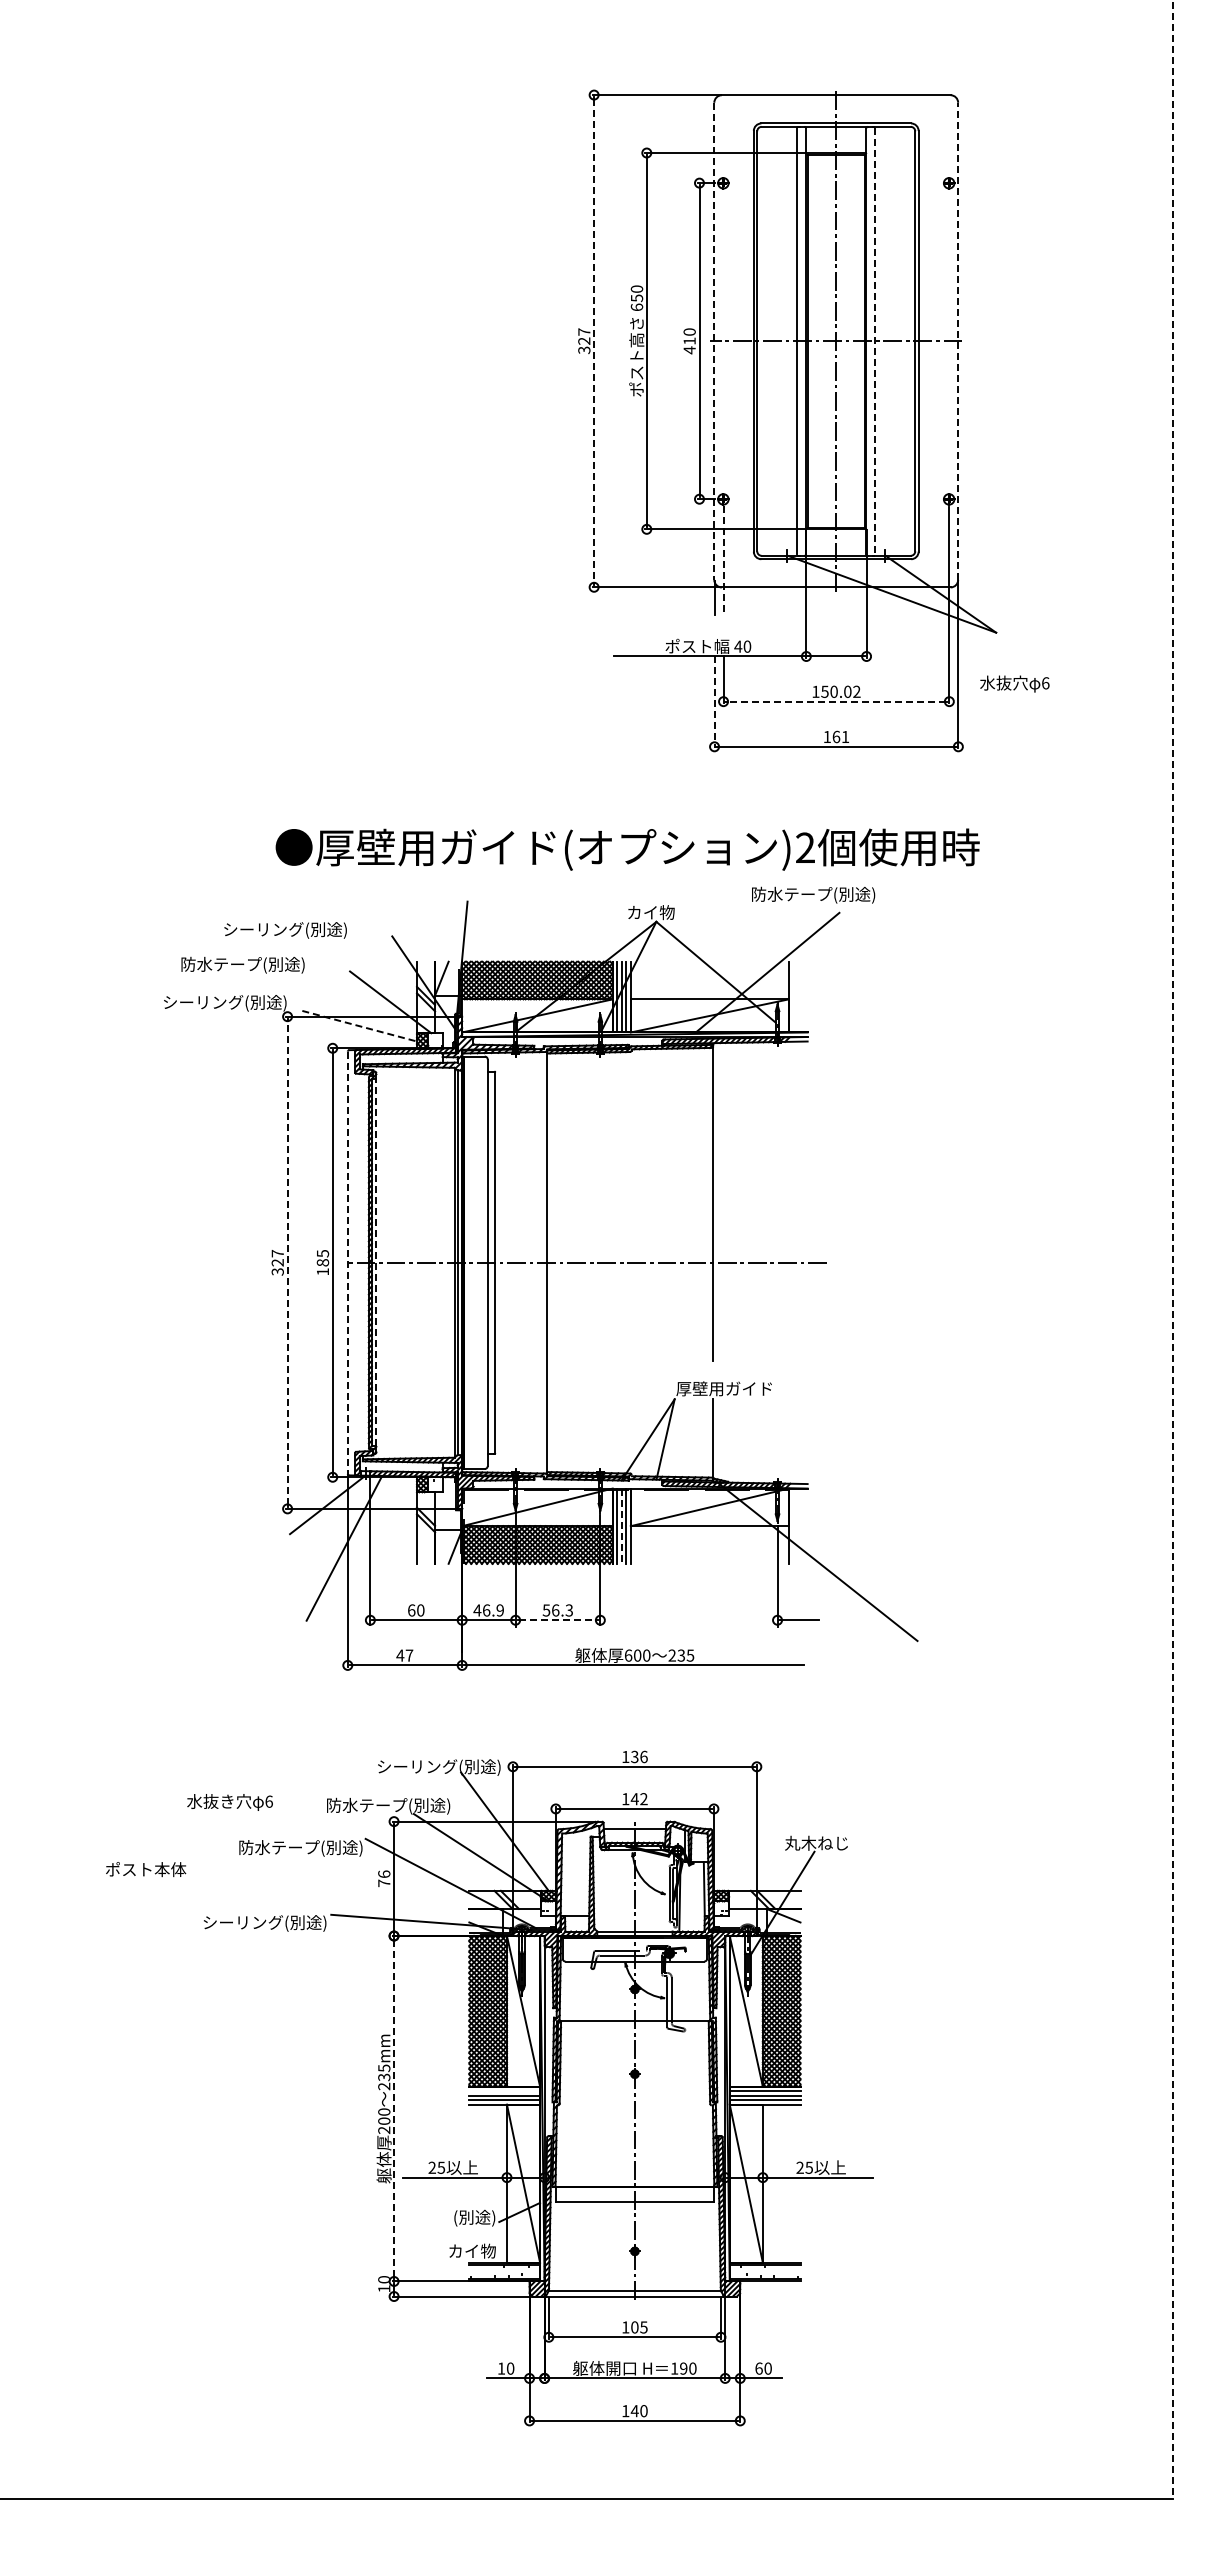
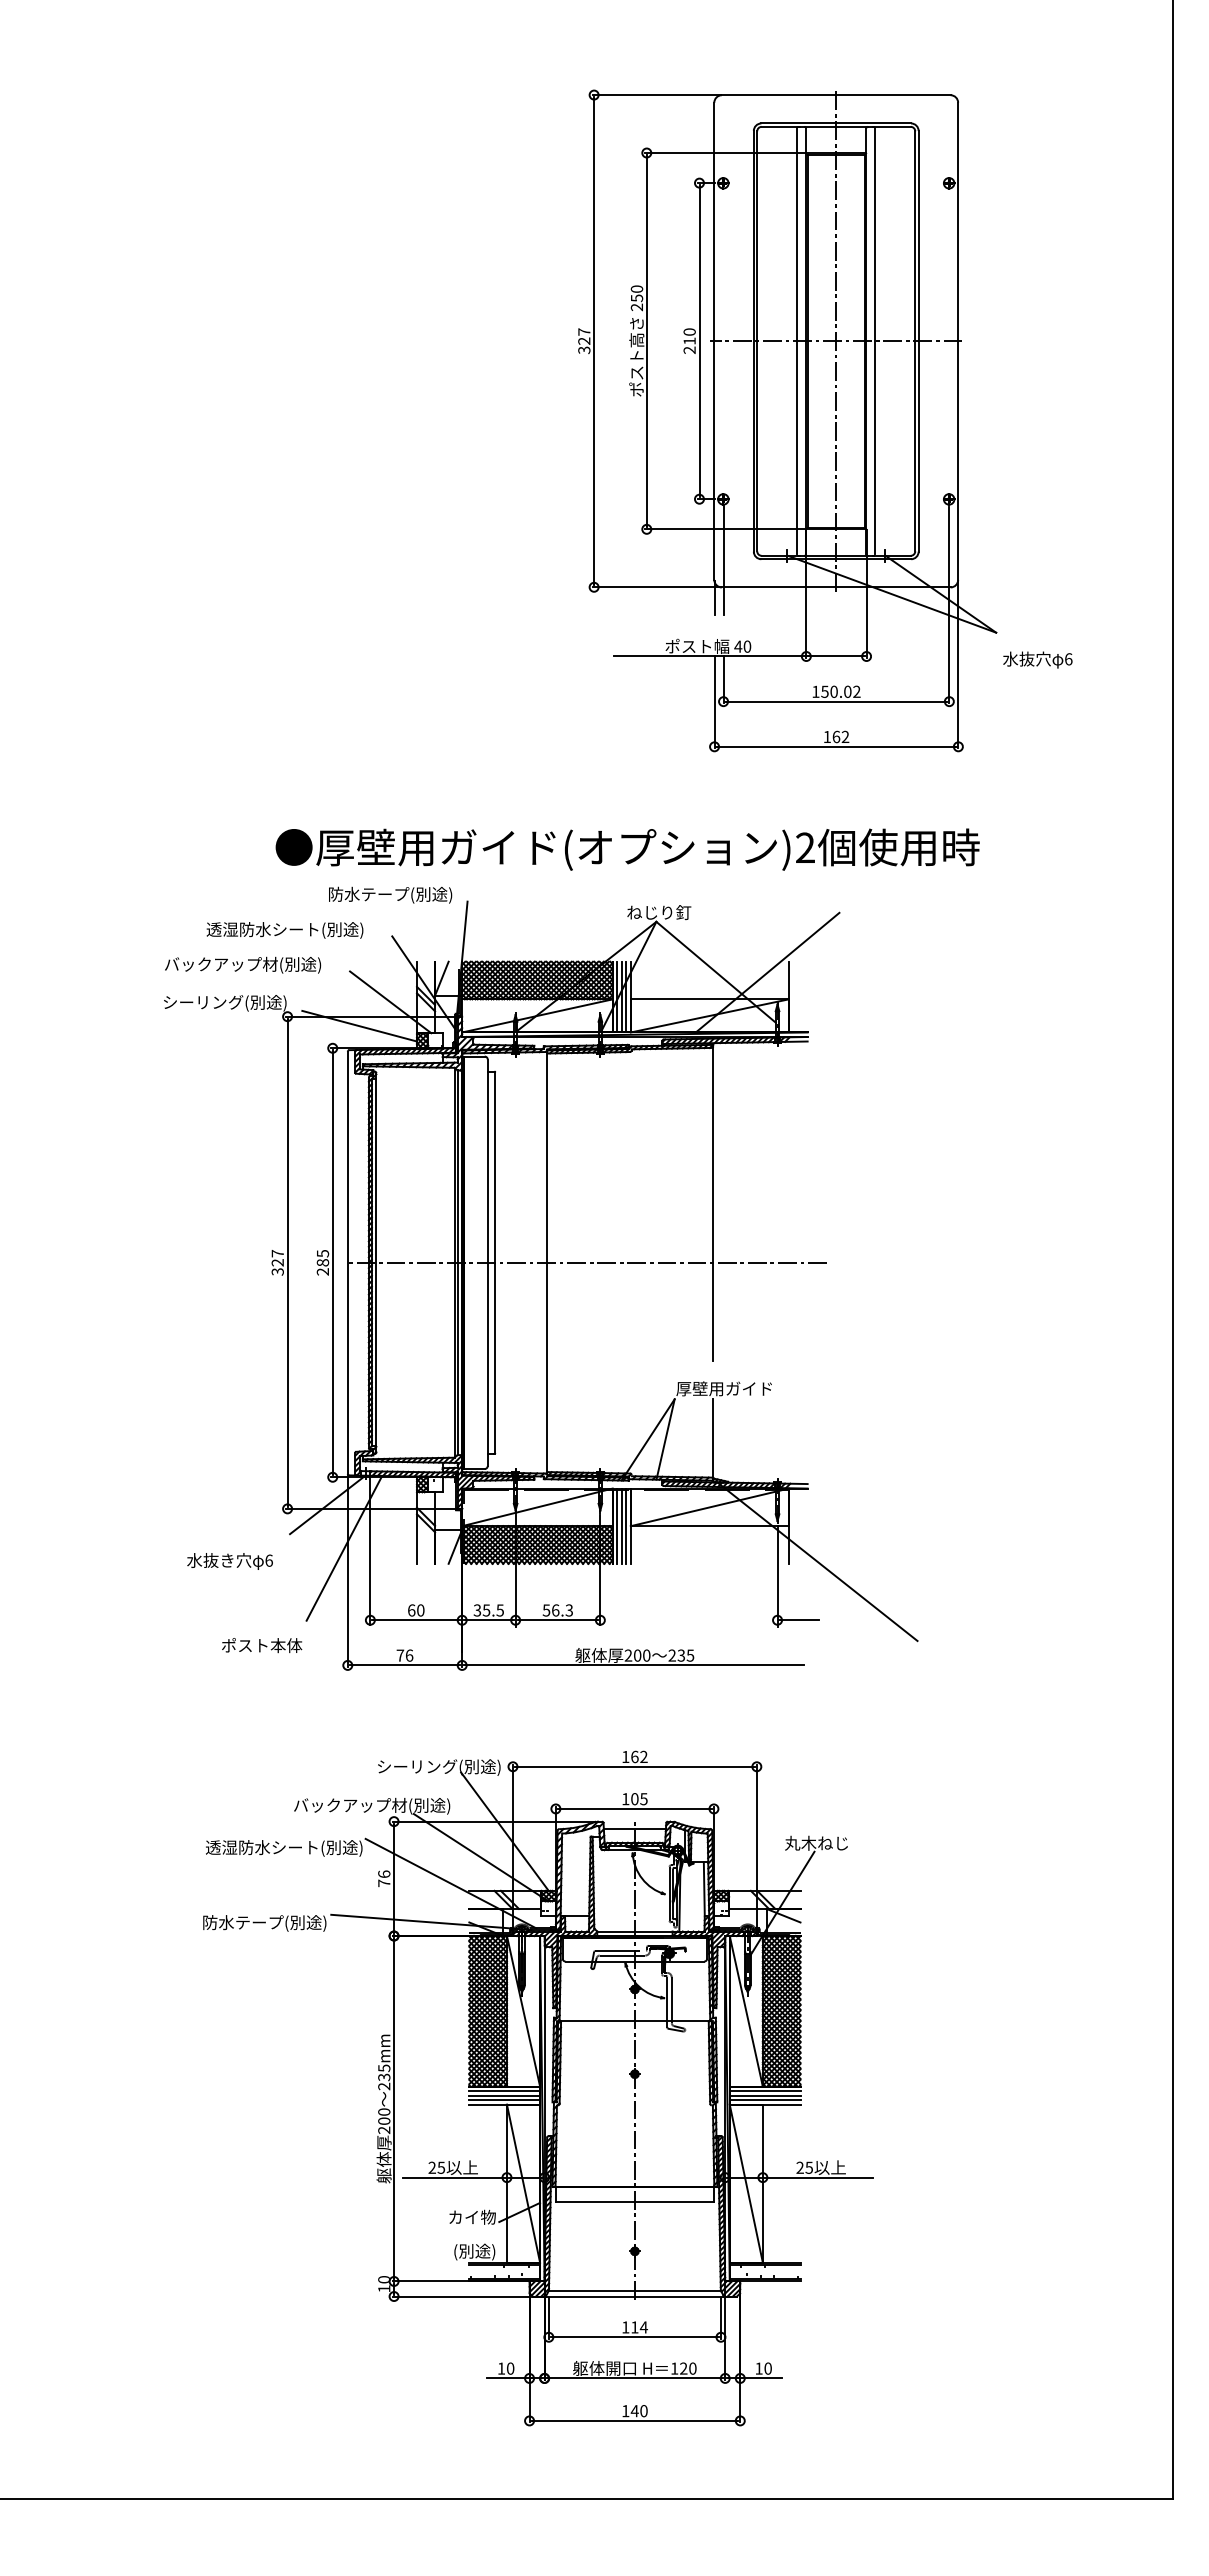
text at (636, 307): 650 -> 250
line at (594, 341): dashed -> solid
line at (714, 341): dashed -> solid
line at (875, 341): dashed -> solid
line at (958, 341): dashed -> solid
text at (689, 350): 410 -> 210
line at (723, 560): dashed -> solid
text at (1014, 683) position: (1014, 683) -> (1037, 659)
line at (835, 701): dashed -> solid
line at (714, 702): dashed -> solid
text at (845, 736): 161 -> 162
text at (813, 894) position: (813, 894) -> (390, 894)
text at (659, 912): カイ物 -> ねじり釘
text at (284, 930): シーリング(別途) -> 透湿防水シート(別途)
text at (243, 964): 防水テープ(別途) -> バックアップ材(別途)
line at (360, 1026): dashed -> solid
line at (1172, 1249): dashed -> solid
line at (287, 1262): dashed -> solid
line at (376, 1262): dashed -> solid
line at (347, 1263): dashed -> solid
text at (322, 1271): 185 -> 285
line at (621, 1526): dashed -> solid
text at (488, 1610): 46.9 -> 35.5
line at (558, 1620): dashed -> solid
text at (404, 1655): 47 -> 76
text at (628, 1655): 600 -> 200
text at (639, 1756): 136 -> 162
text at (638, 1799): 142 -> 105
text at (229, 1802) position: (229, 1802) -> (229, 1561)
text at (350, 1804): 防水テープ(別途) -> バックアップ材(別途)
text at (262, 1847): 防水テープ(別途) -> 透湿防水シート(別途)
text at (146, 1869) position: (146, 1869) -> (262, 1645)
text at (243, 1922): シーリング(別途) -> 防水テープ(別途)
line at (504, 2091): none -> present
line at (394, 2108): dashed -> solid
text at (472, 2217): (別途) -> カイ物
text at (472, 2251): カイ物 -> (別途)
text at (639, 2327): 105 -> 114
text at (683, 2368): 190 -> 120
text at (758, 2368): 60 -> 10
